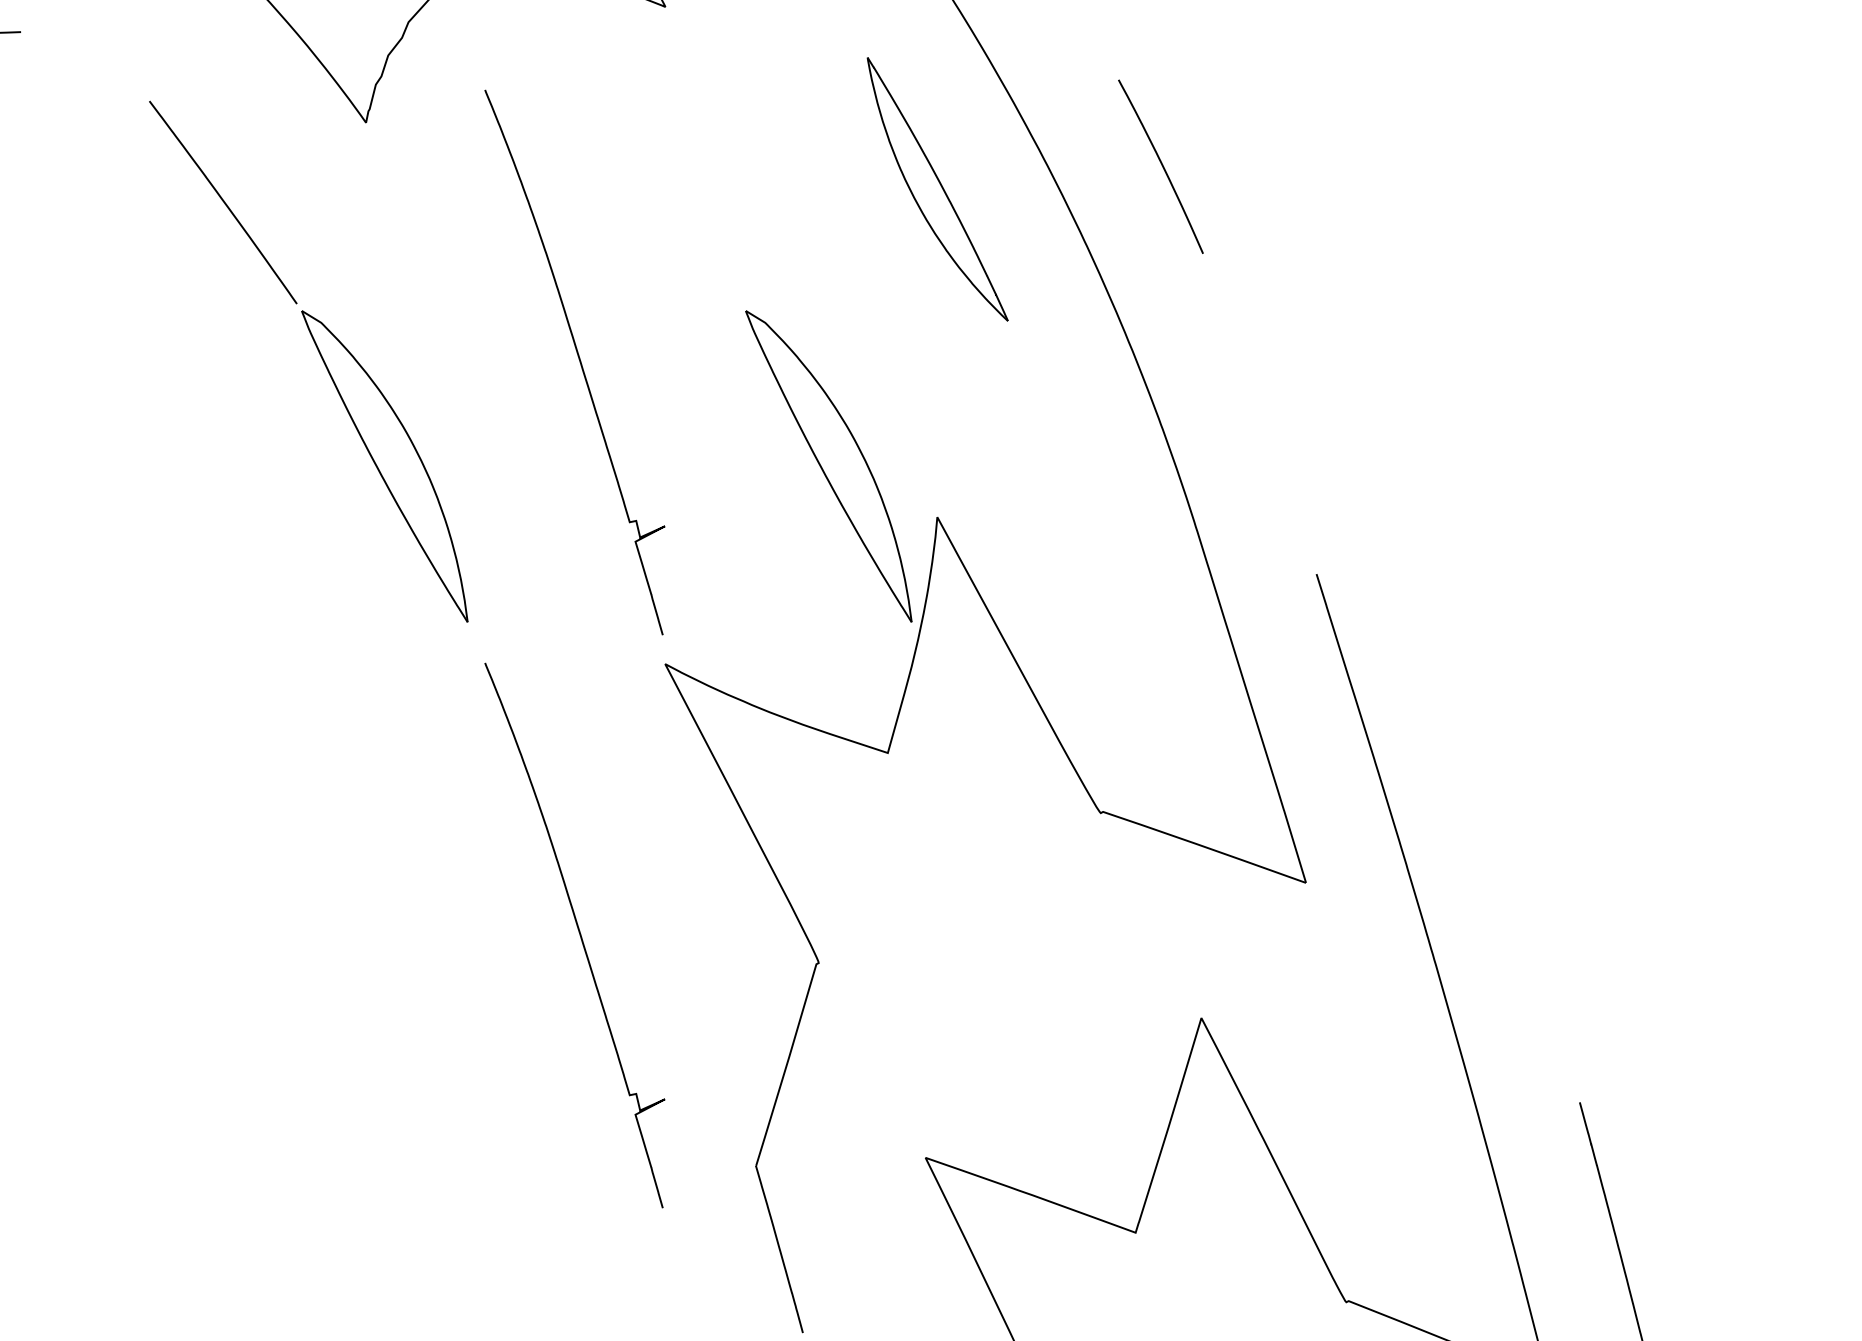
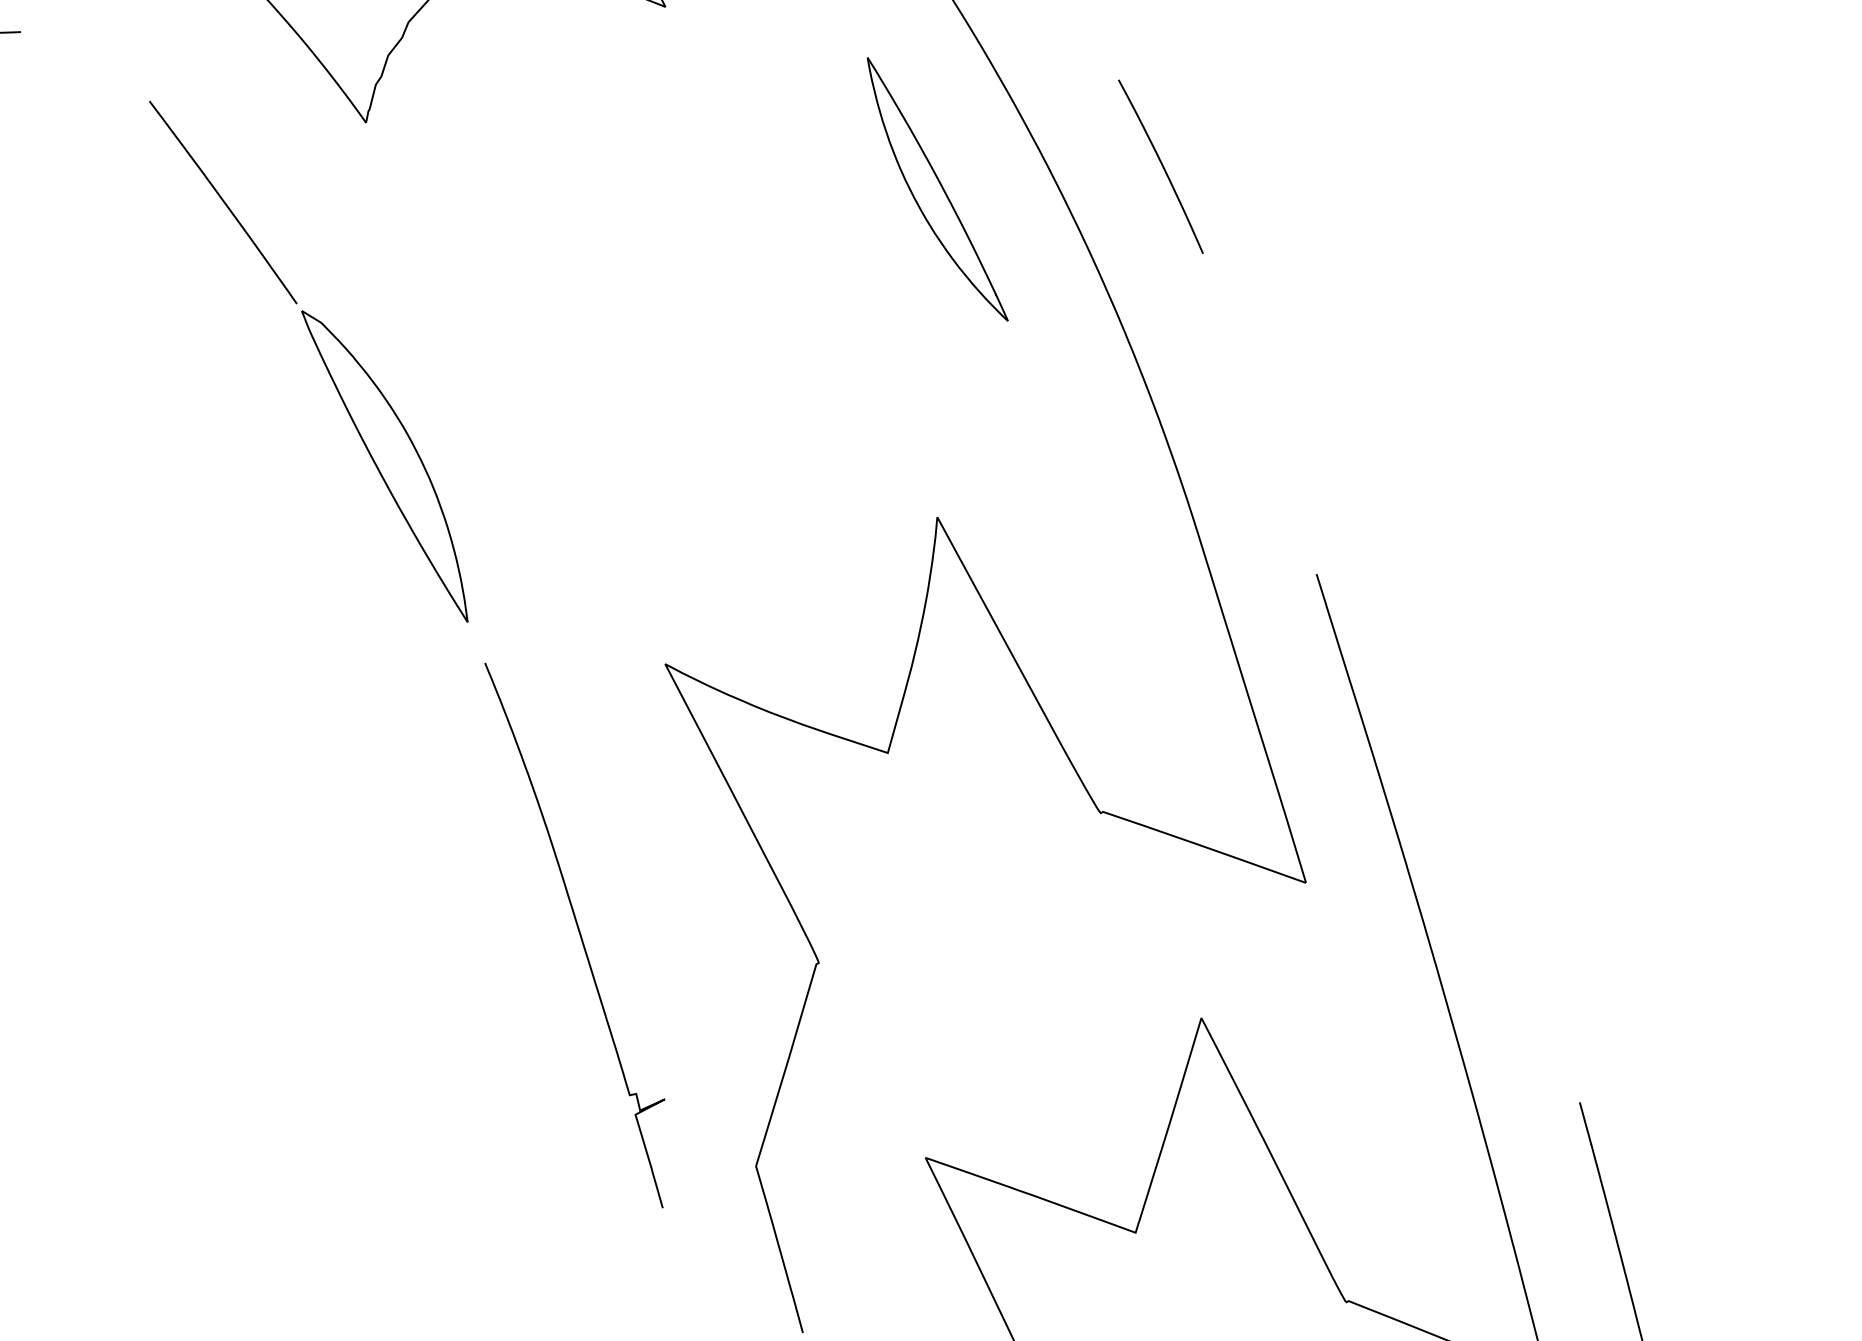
curve at (578, 359): present -> none
part at (828, 466): present -> none
